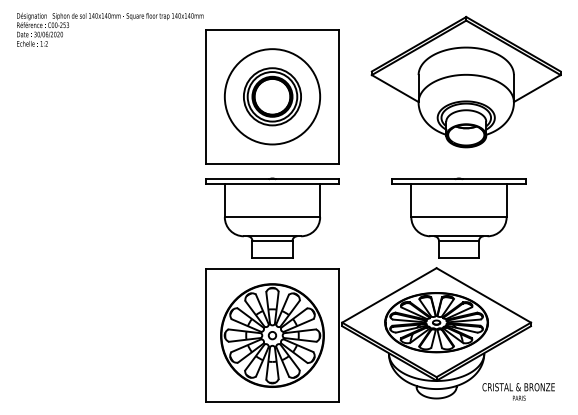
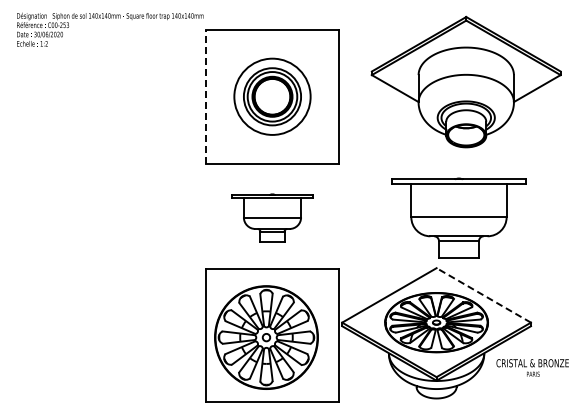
line at (205, 96): solid -> dashed
circle at (272, 96) diameter: 95 px -> 76 px
part at (272, 217) size: 135x82 px -> 83x50 px
line at (483, 295): solid -> dashed
part at (272, 335) position: (272, 335) -> (266, 337)
text at (518, 391) position: (518, 391) -> (532, 367)
